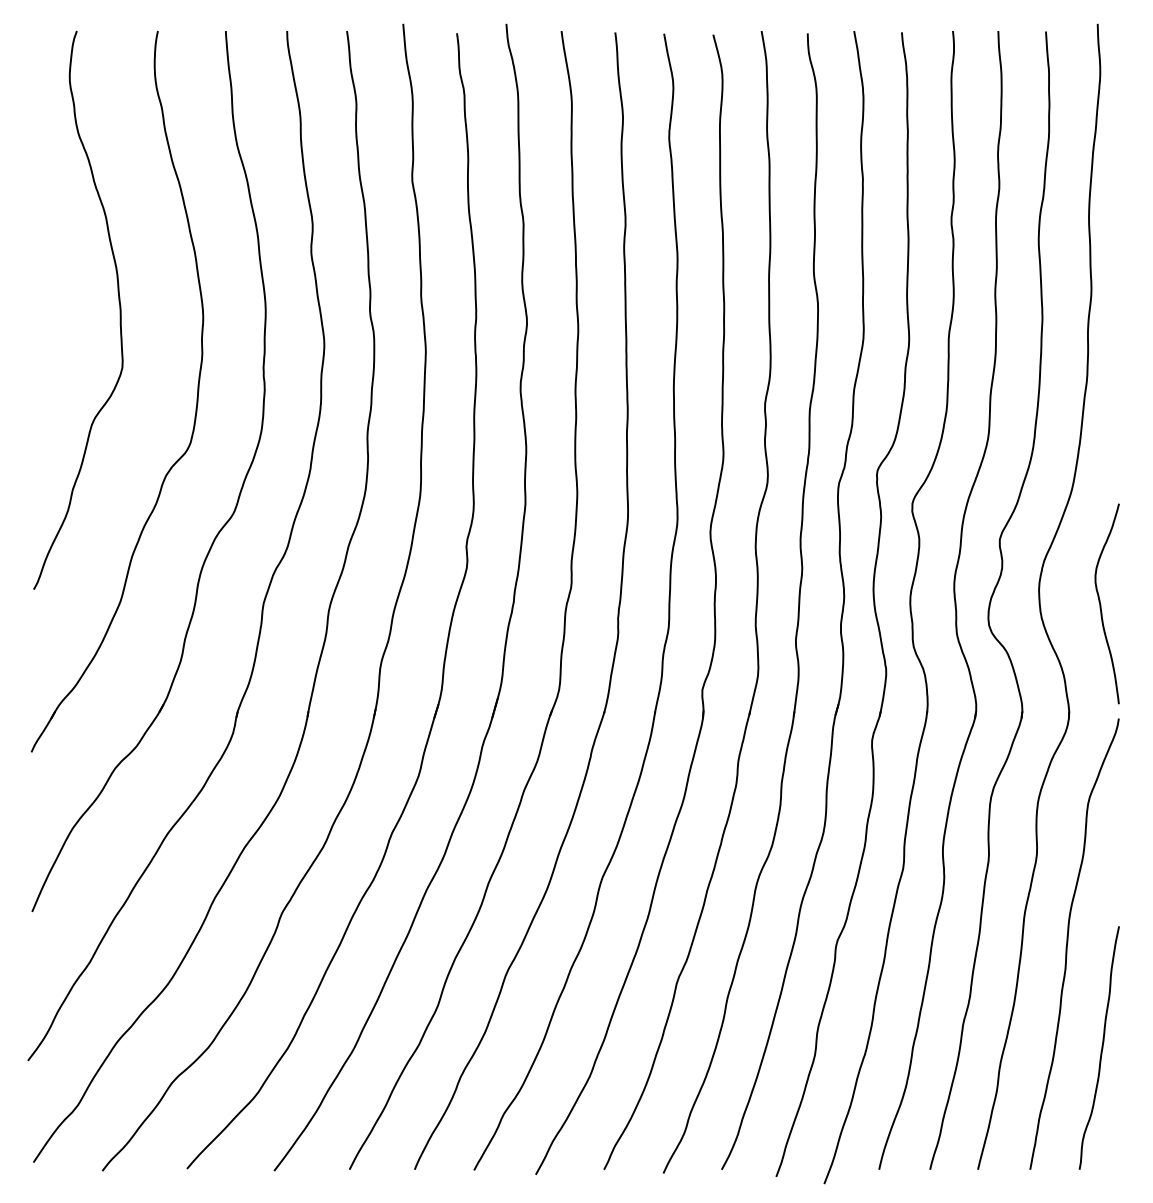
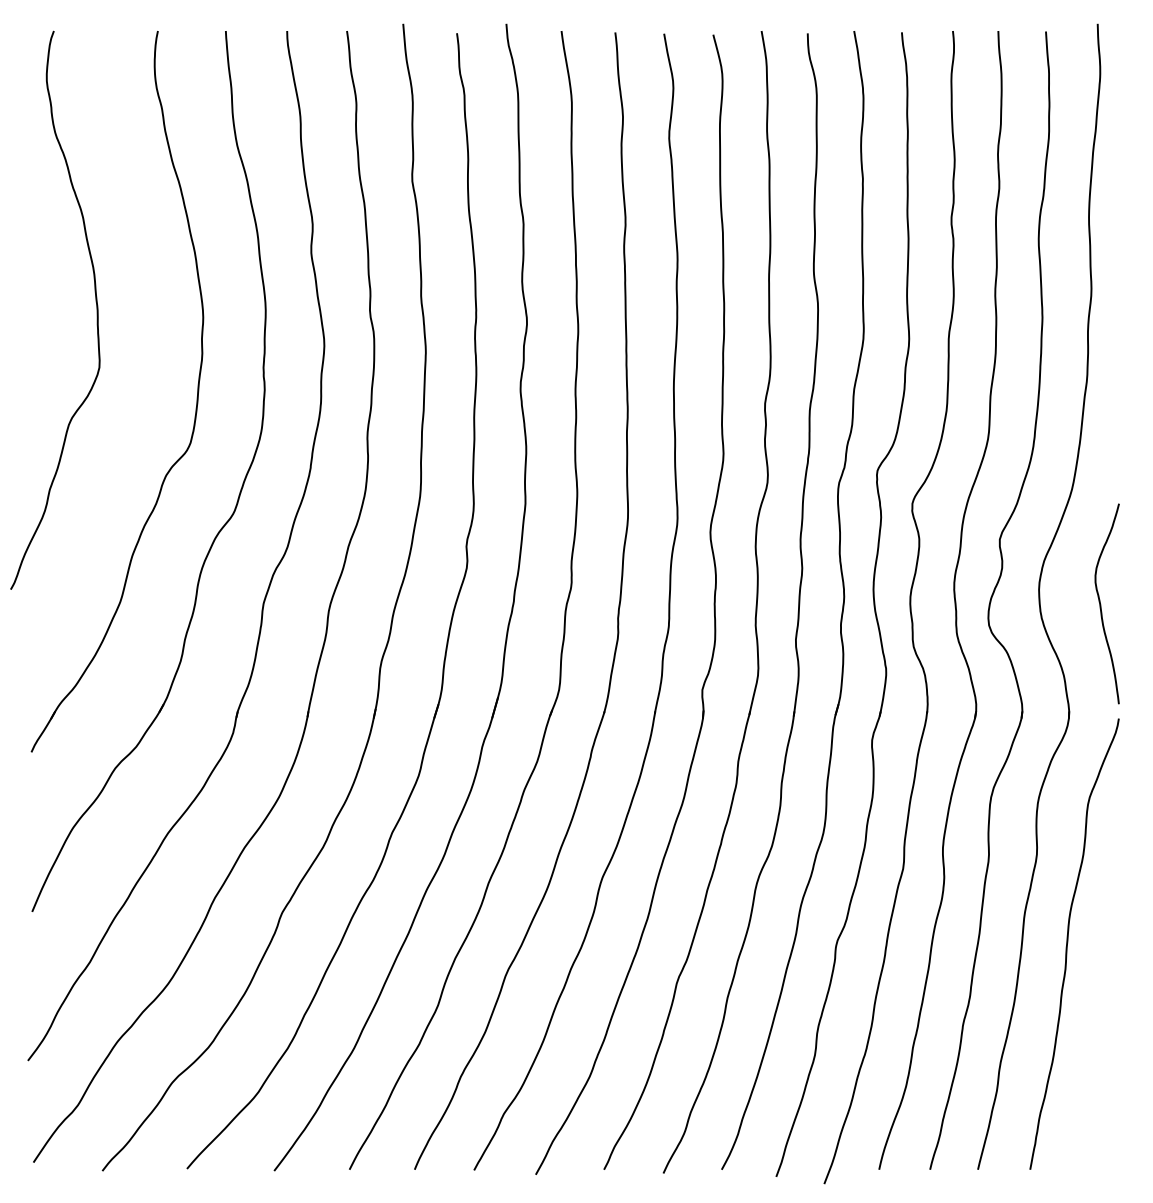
curve at (118, 302) position: (118, 302) -> (95, 302)
curve at (1101, 1047): present -> none
